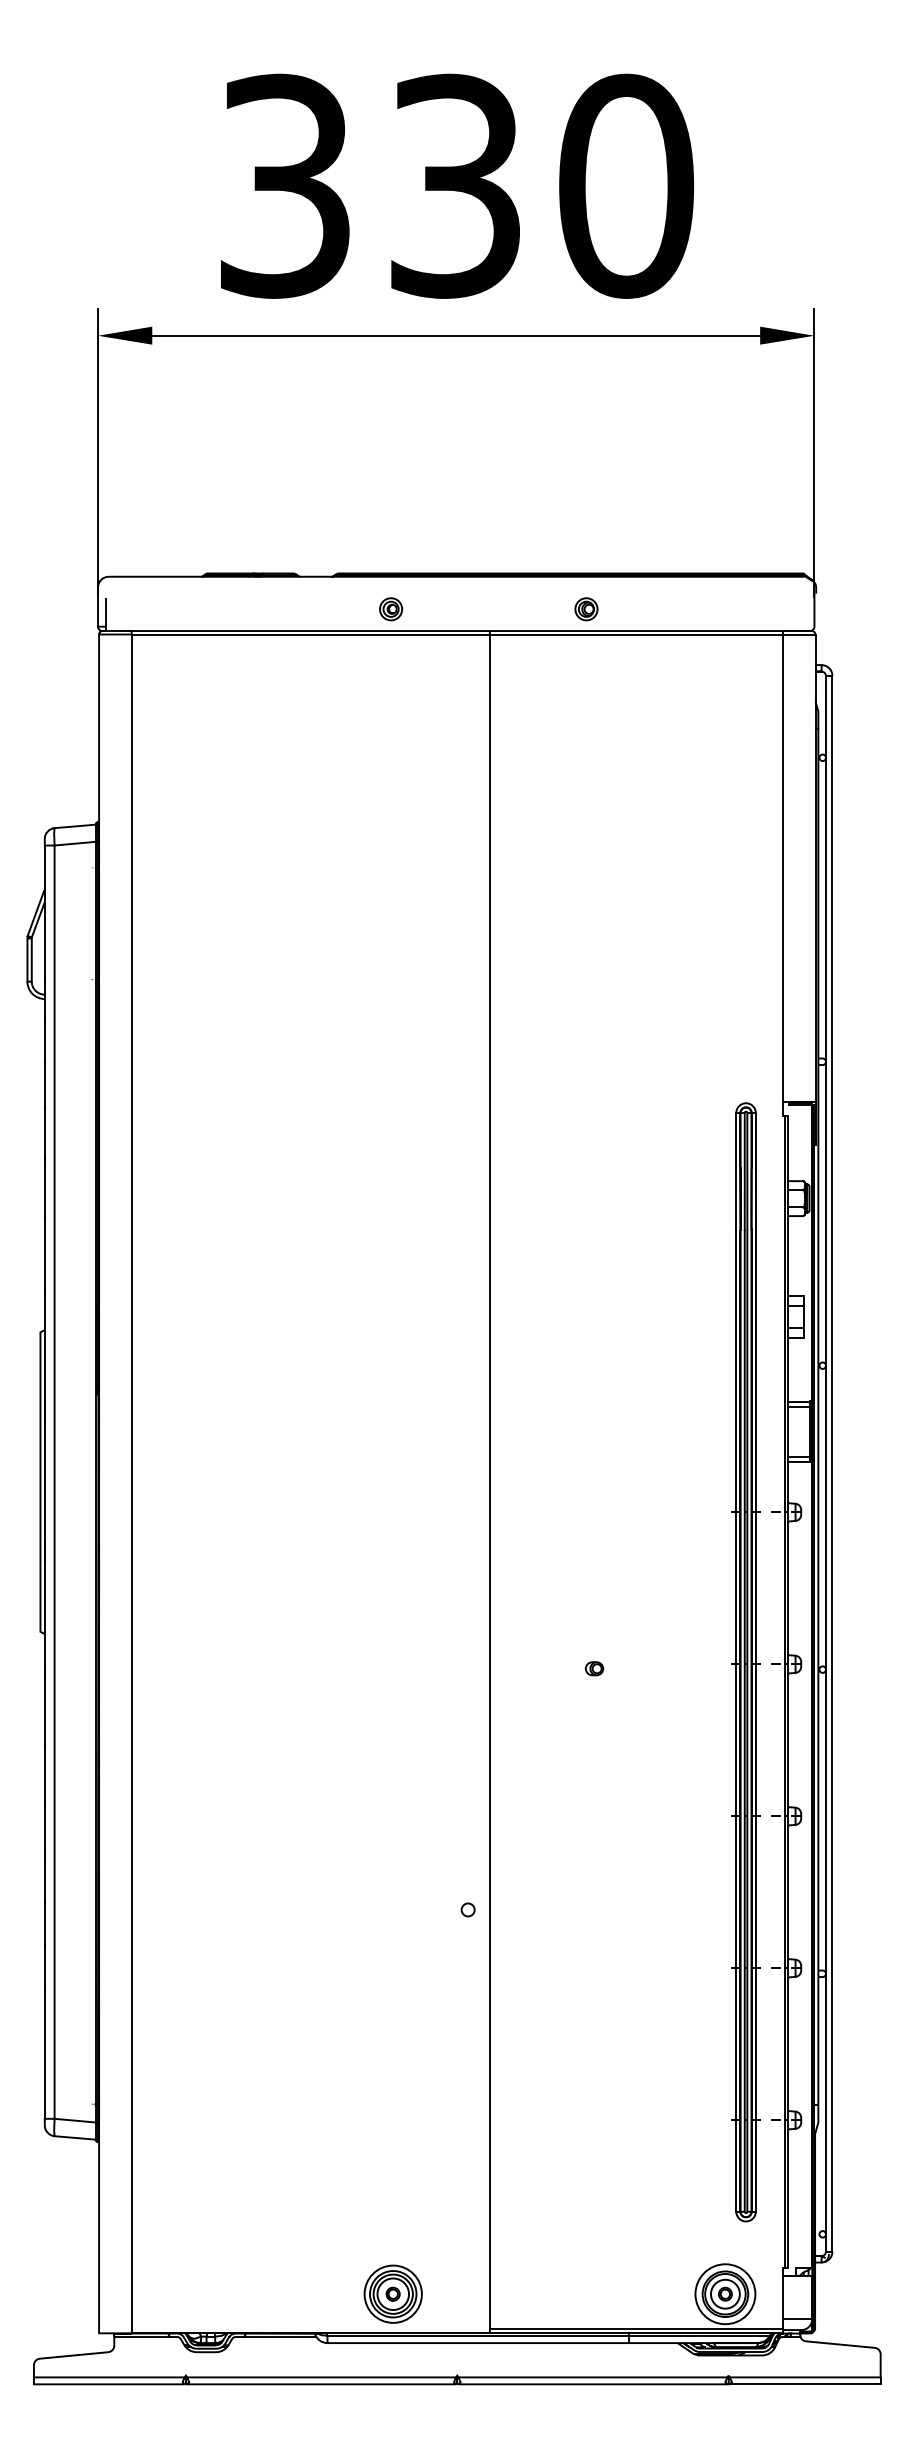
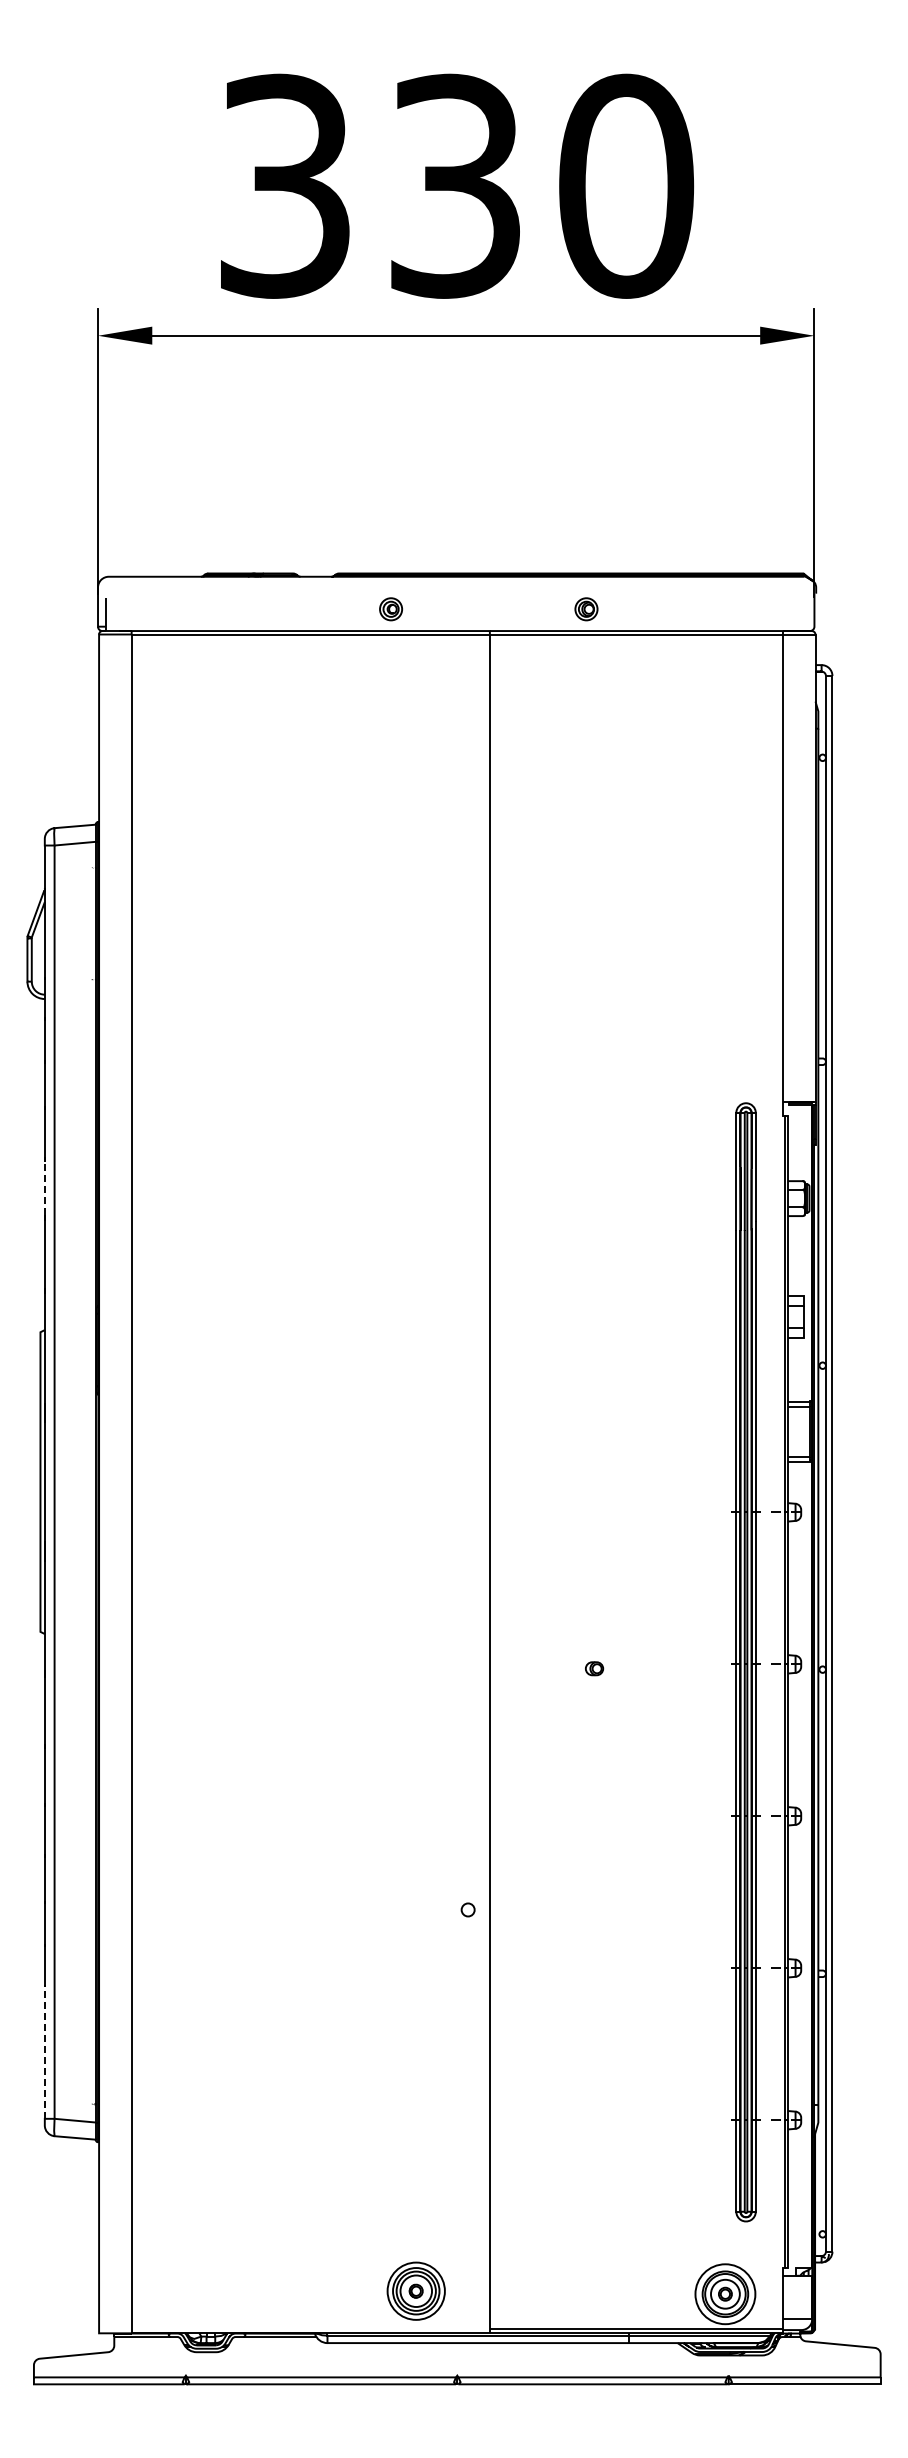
line at (44, 1188): solid -> dashed
line at (44, 2050): solid -> dashed
part at (392, 2293) position: (392, 2293) -> (415, 2290)
